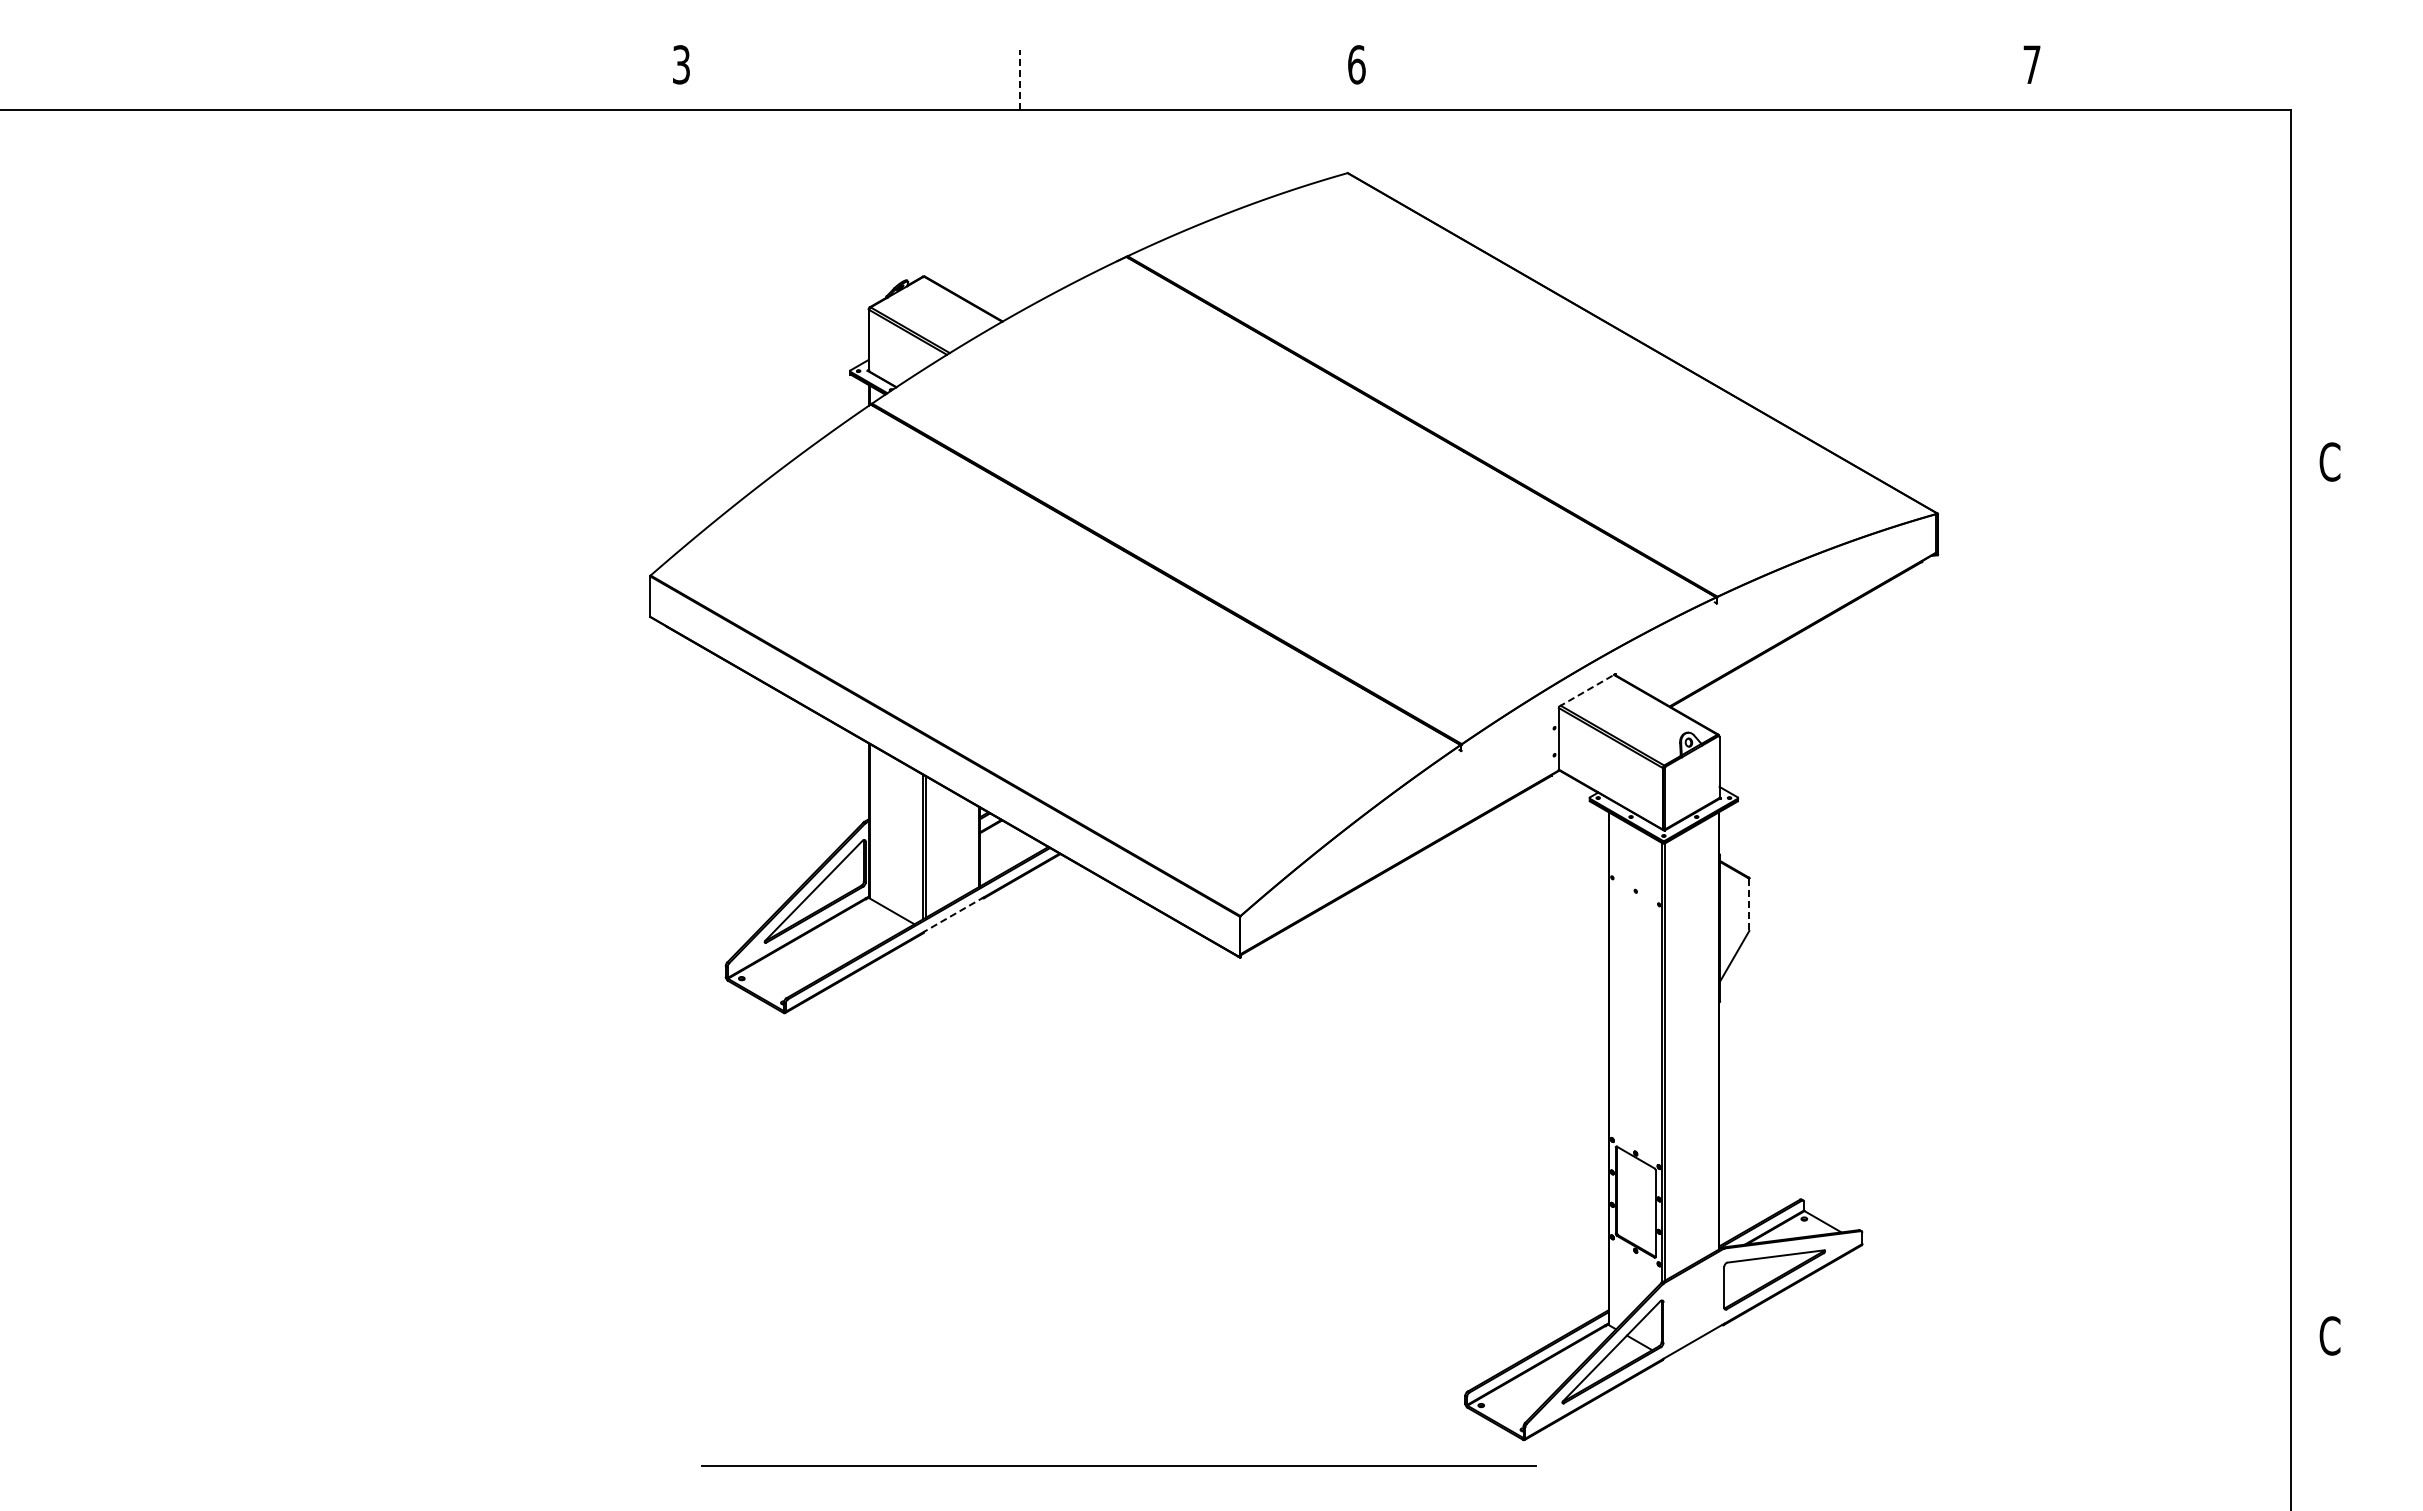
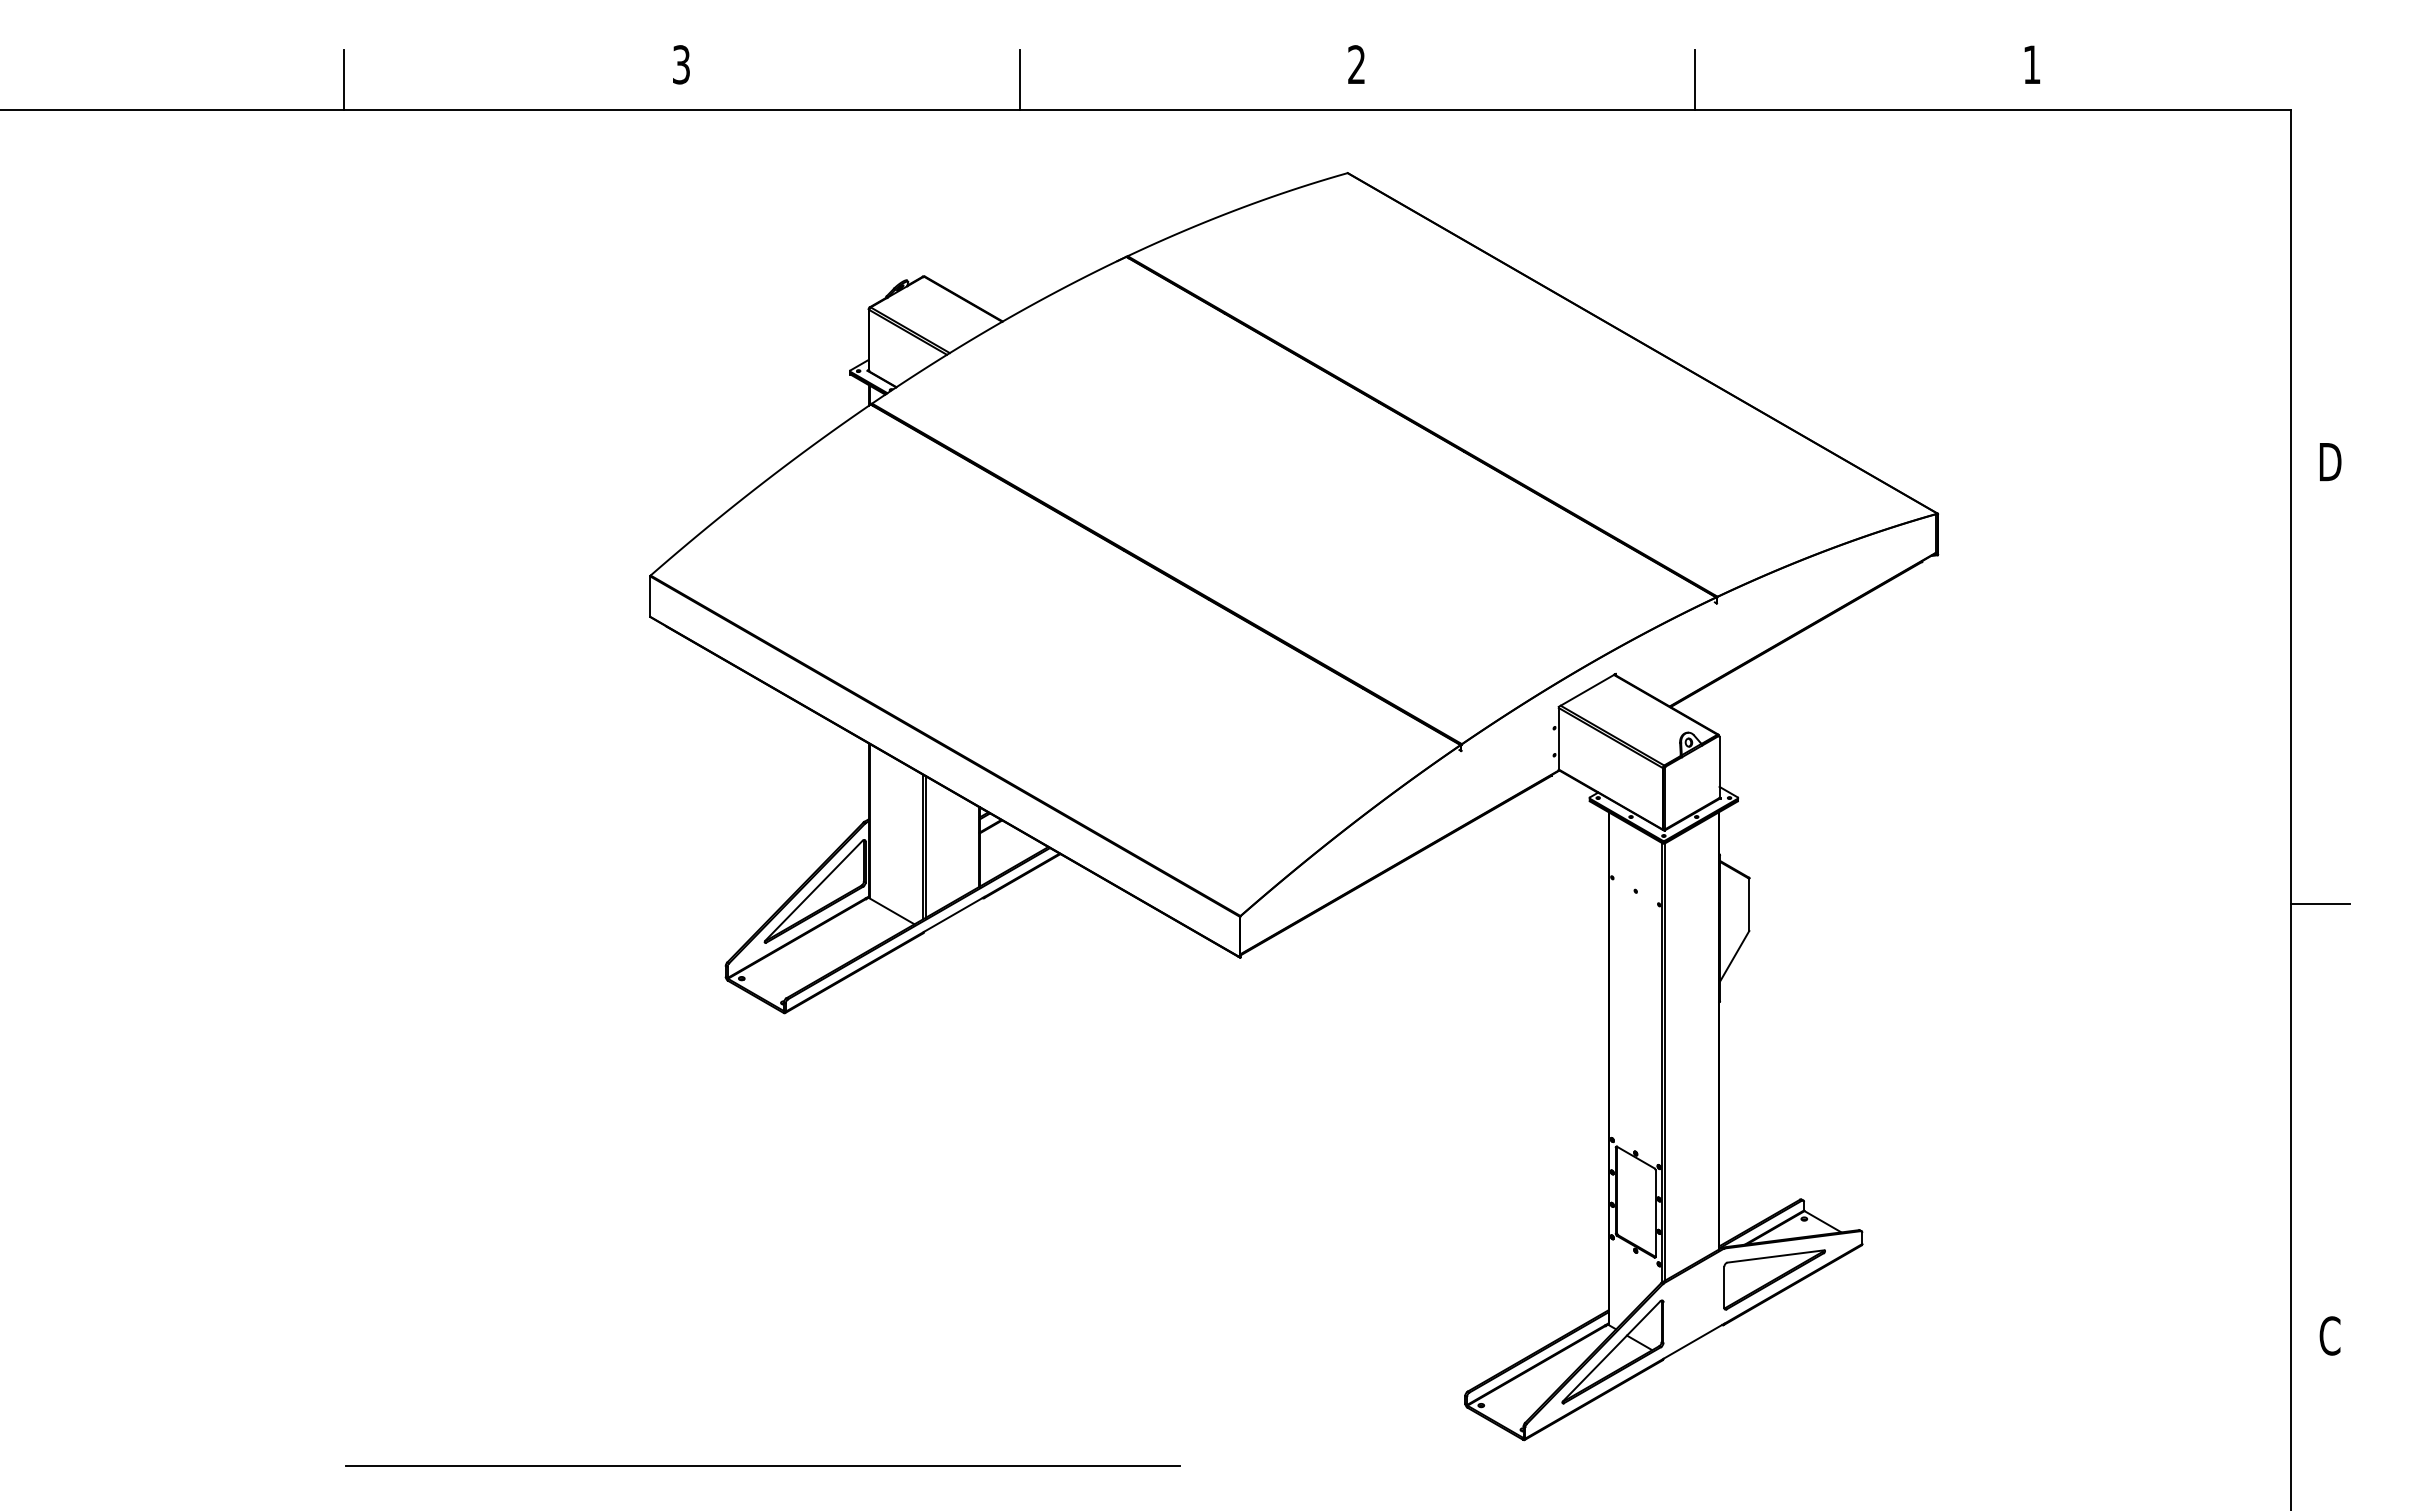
text at (1356, 64): 6 -> 2
text at (2031, 64): 7 -> 1
line at (344, 79): none -> present
line at (1694, 79): none -> present
line at (1019, 80): dashed -> solid
text at (2330, 461): C -> D
line at (1587, 690): dashed -> solid
line at (1749, 904): dashed -> solid
line at (2320, 904): none -> present
line at (953, 914): dashed -> solid
line at (1118, 1465) position: (1118, 1465) -> (762, 1465)
